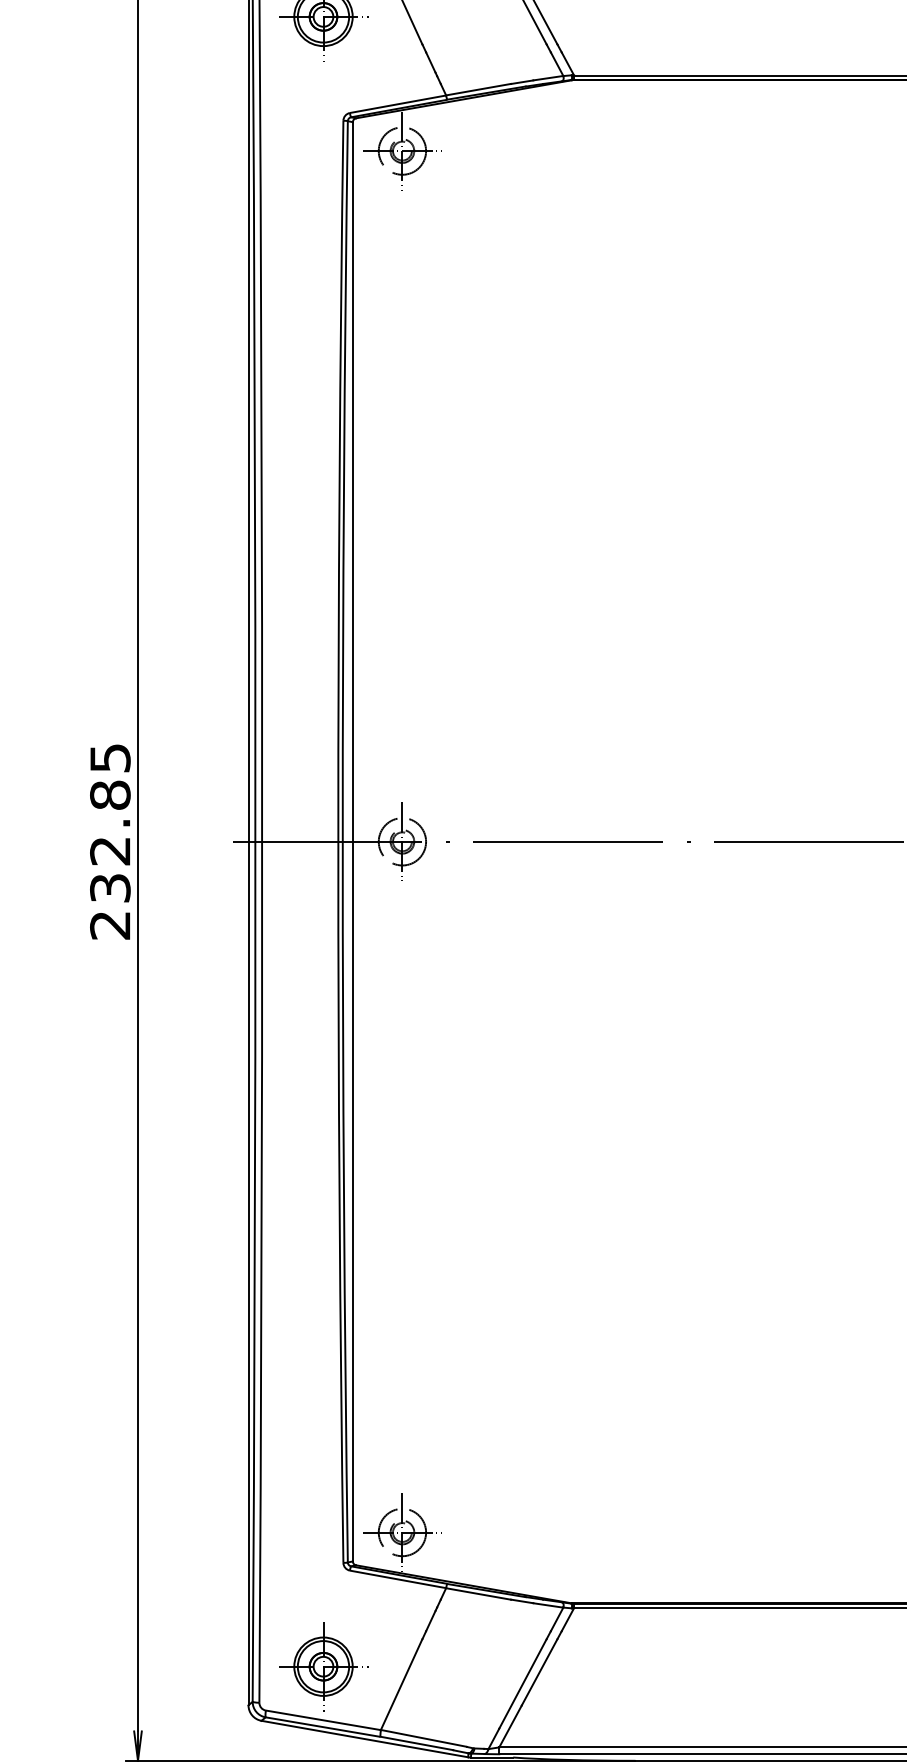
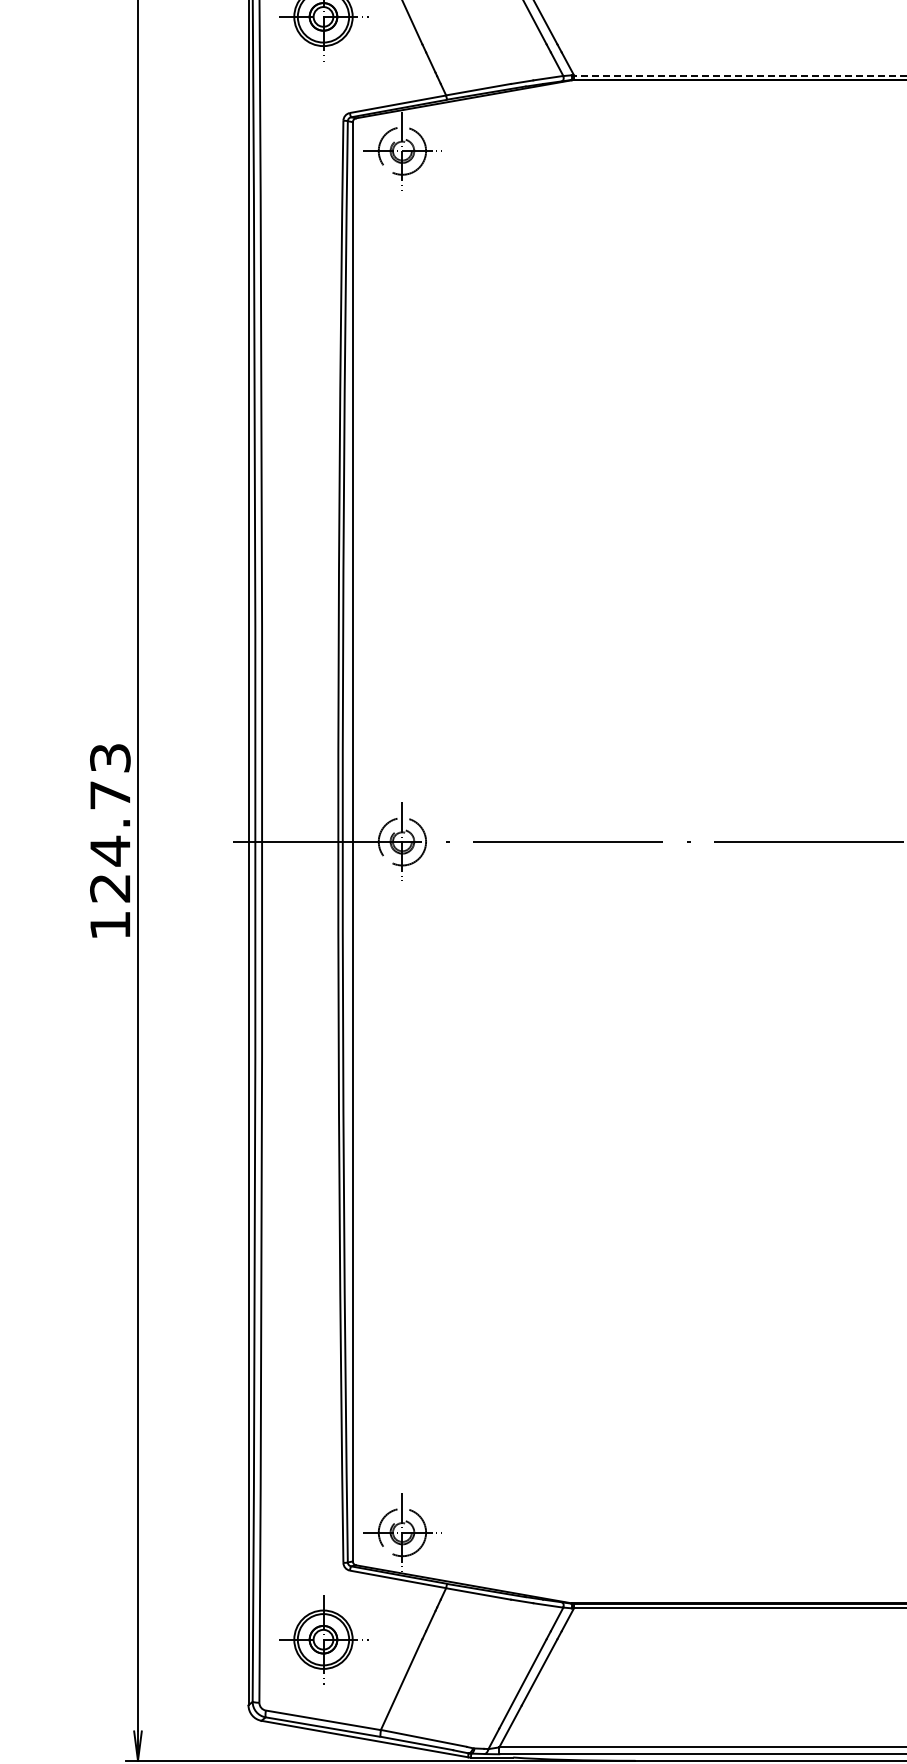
line at (740, 75): solid -> dashed
text at (110, 841): 232.85 -> 124.73
part at (323, 1666) position: (323, 1666) -> (323, 1639)
